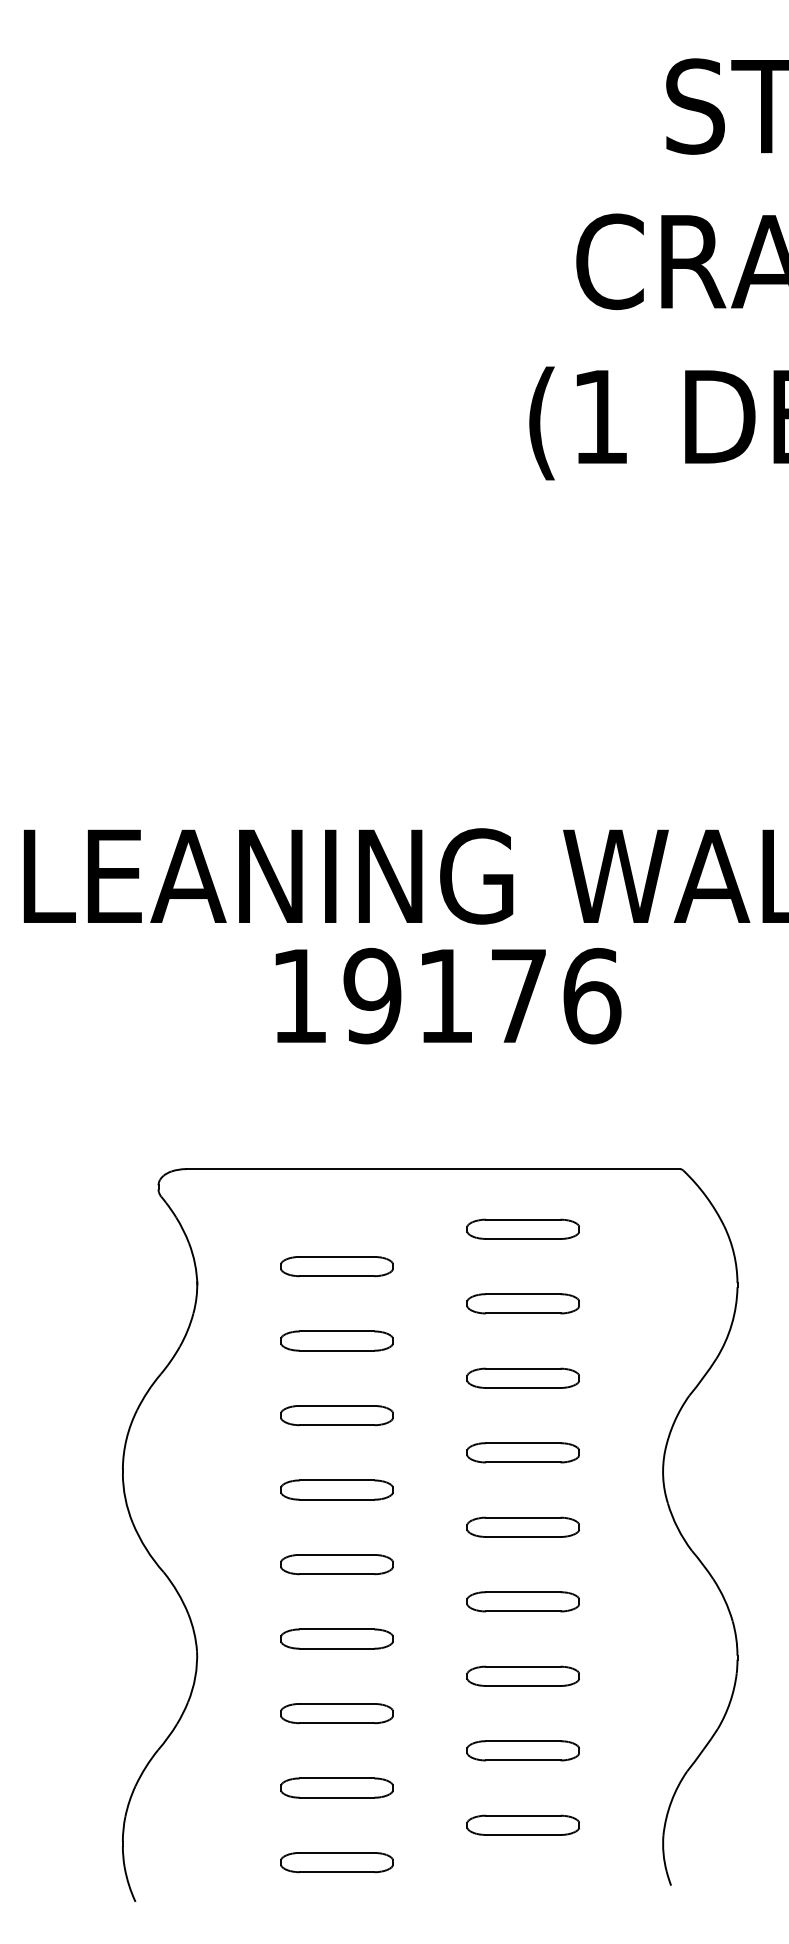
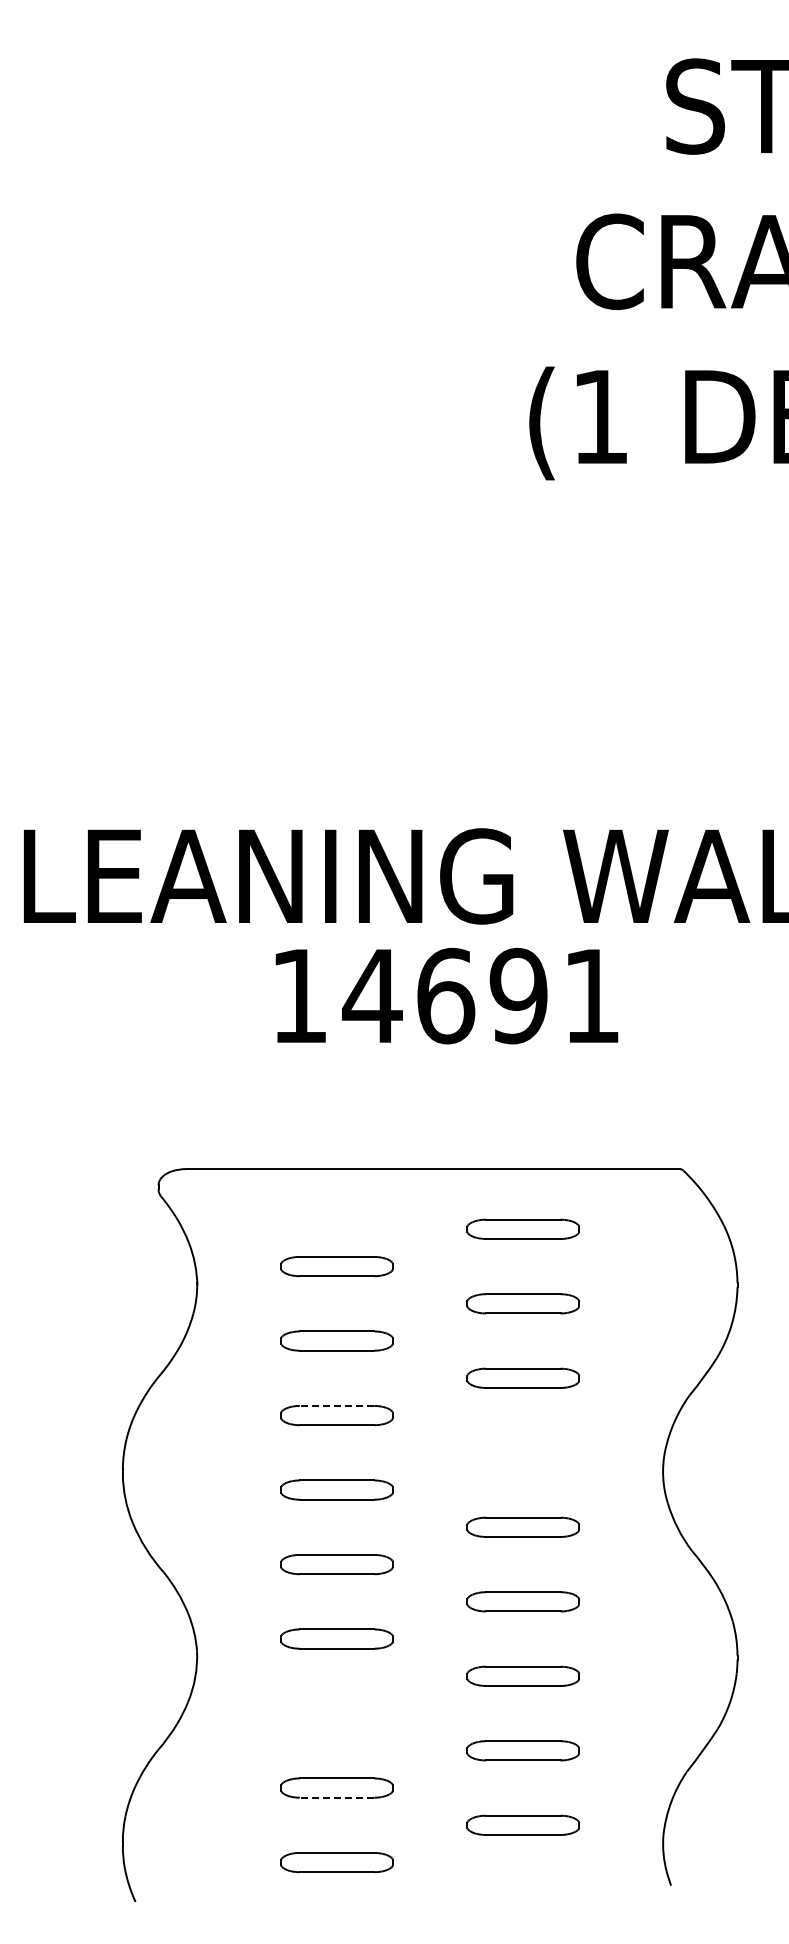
text at (481, 995): 19176 -> 14691
line at (336, 1405): solid -> dashed
part at (522, 1452): present -> none
part at (336, 1713): present -> none
line at (336, 1797): solid -> dashed
